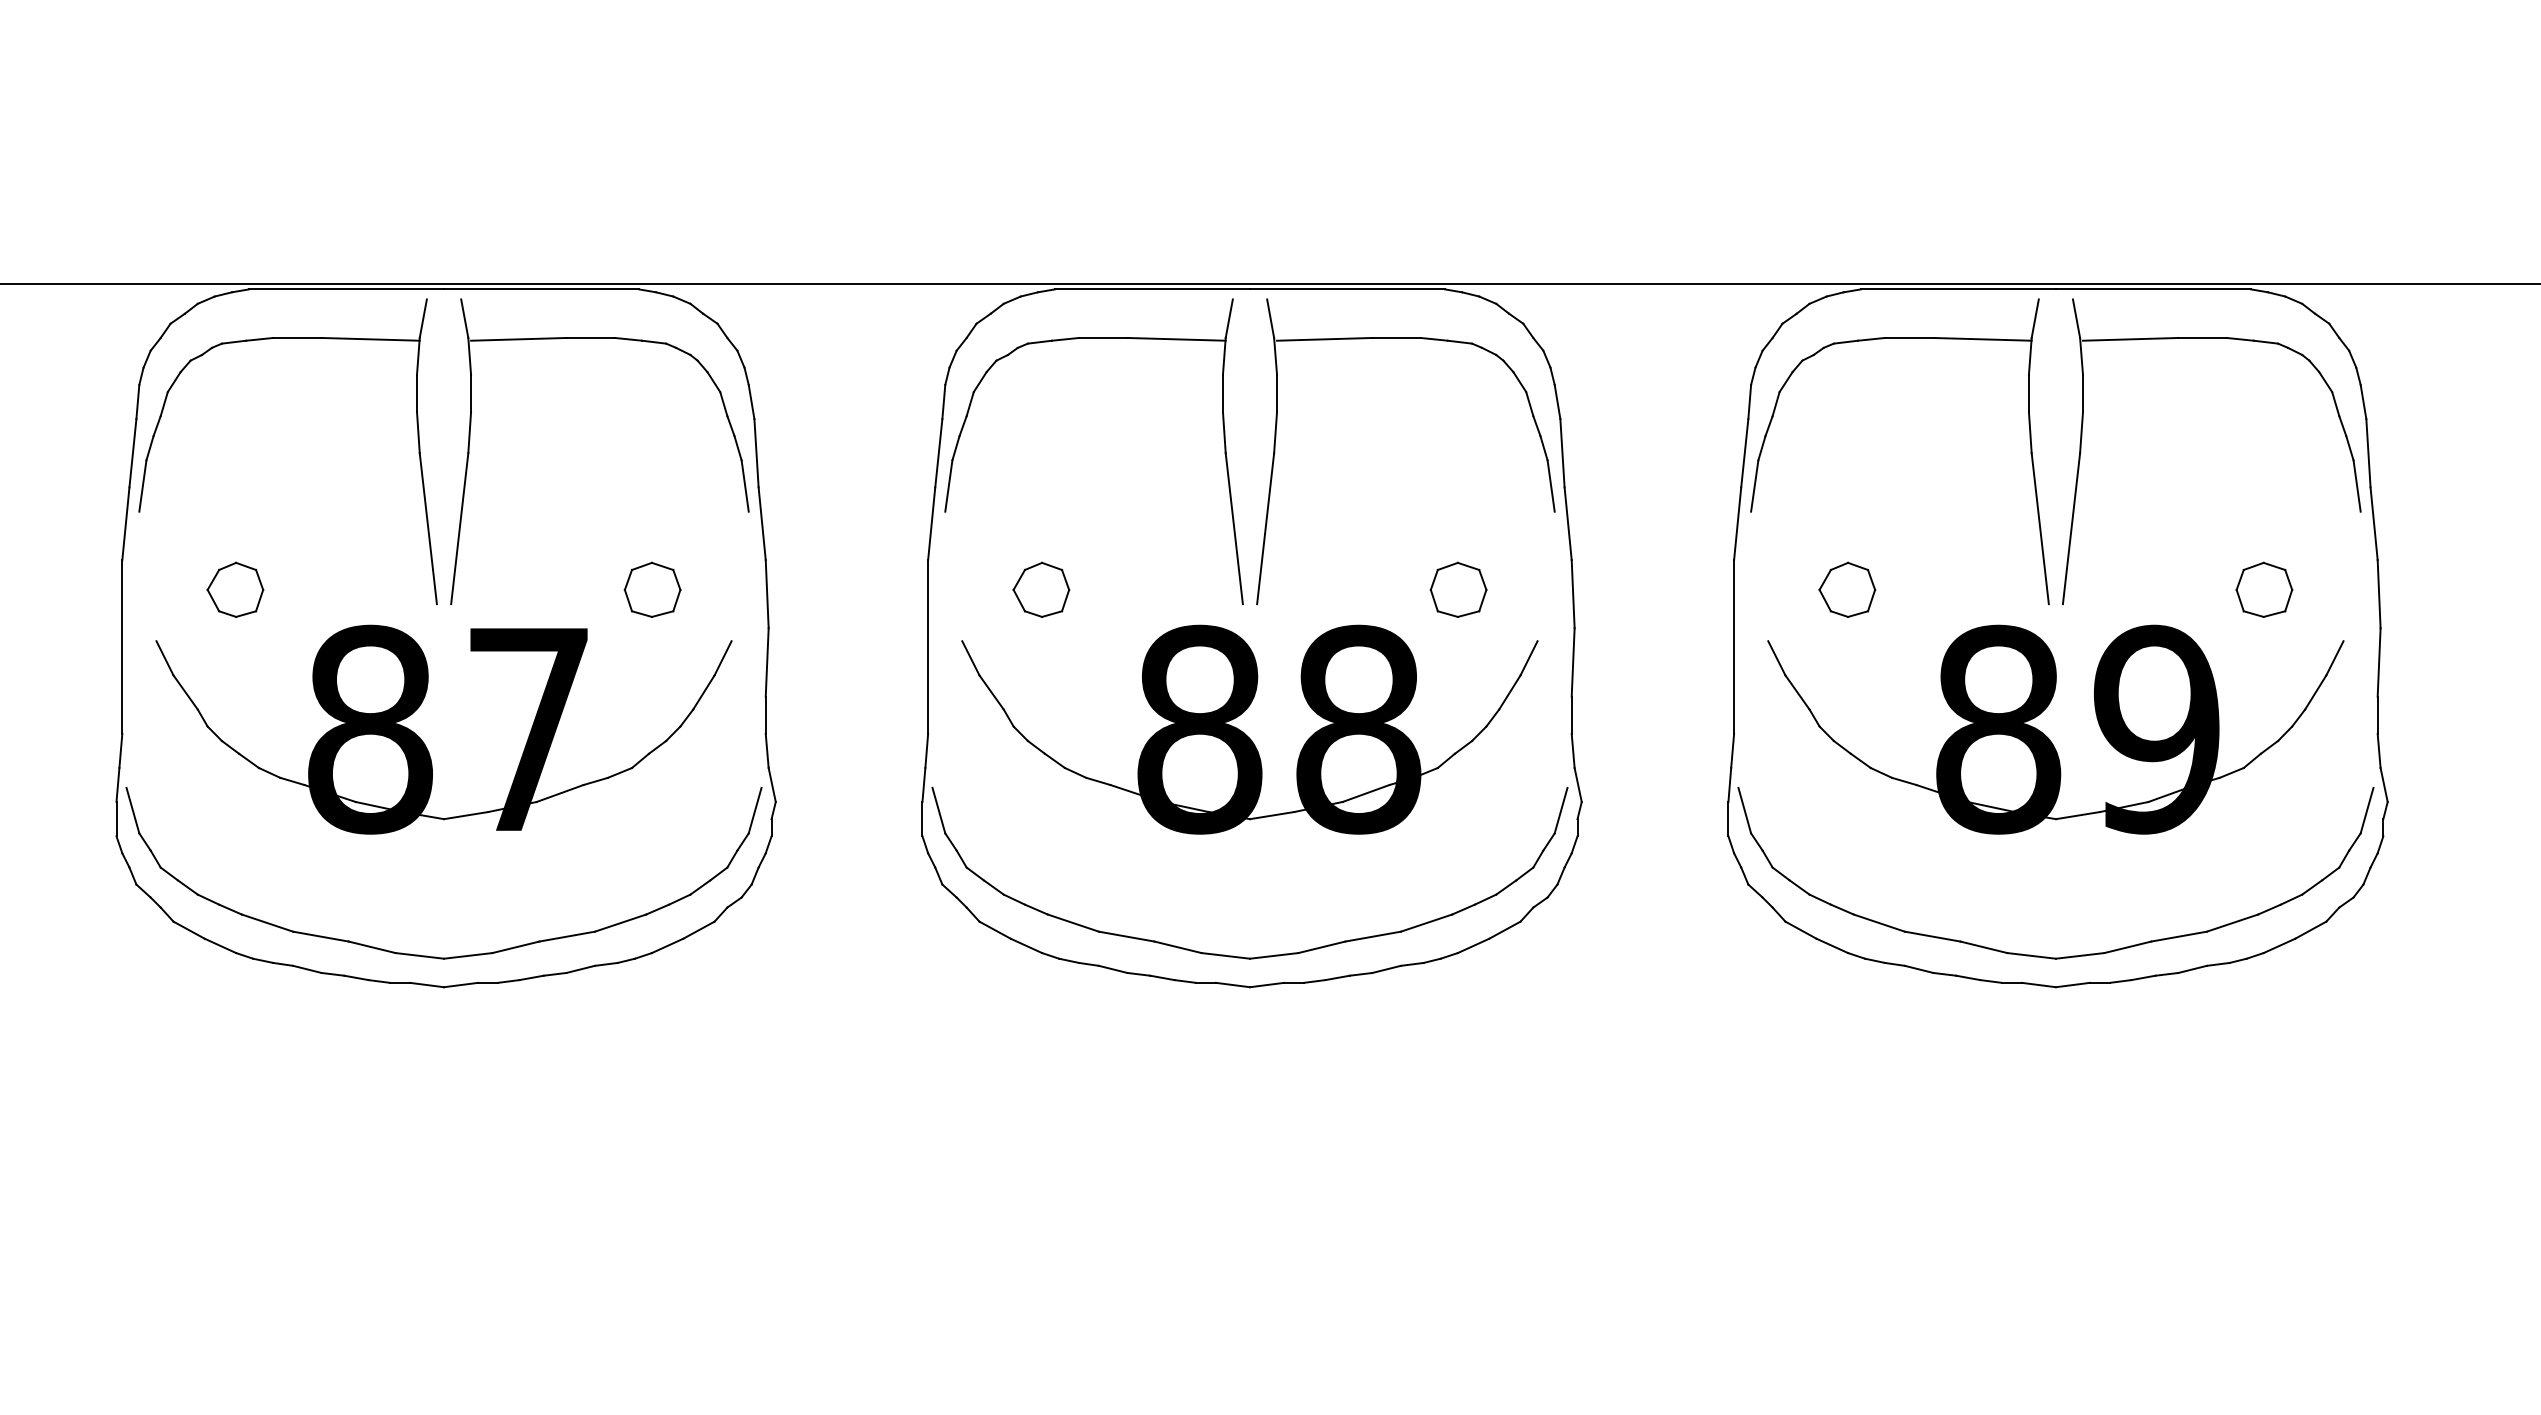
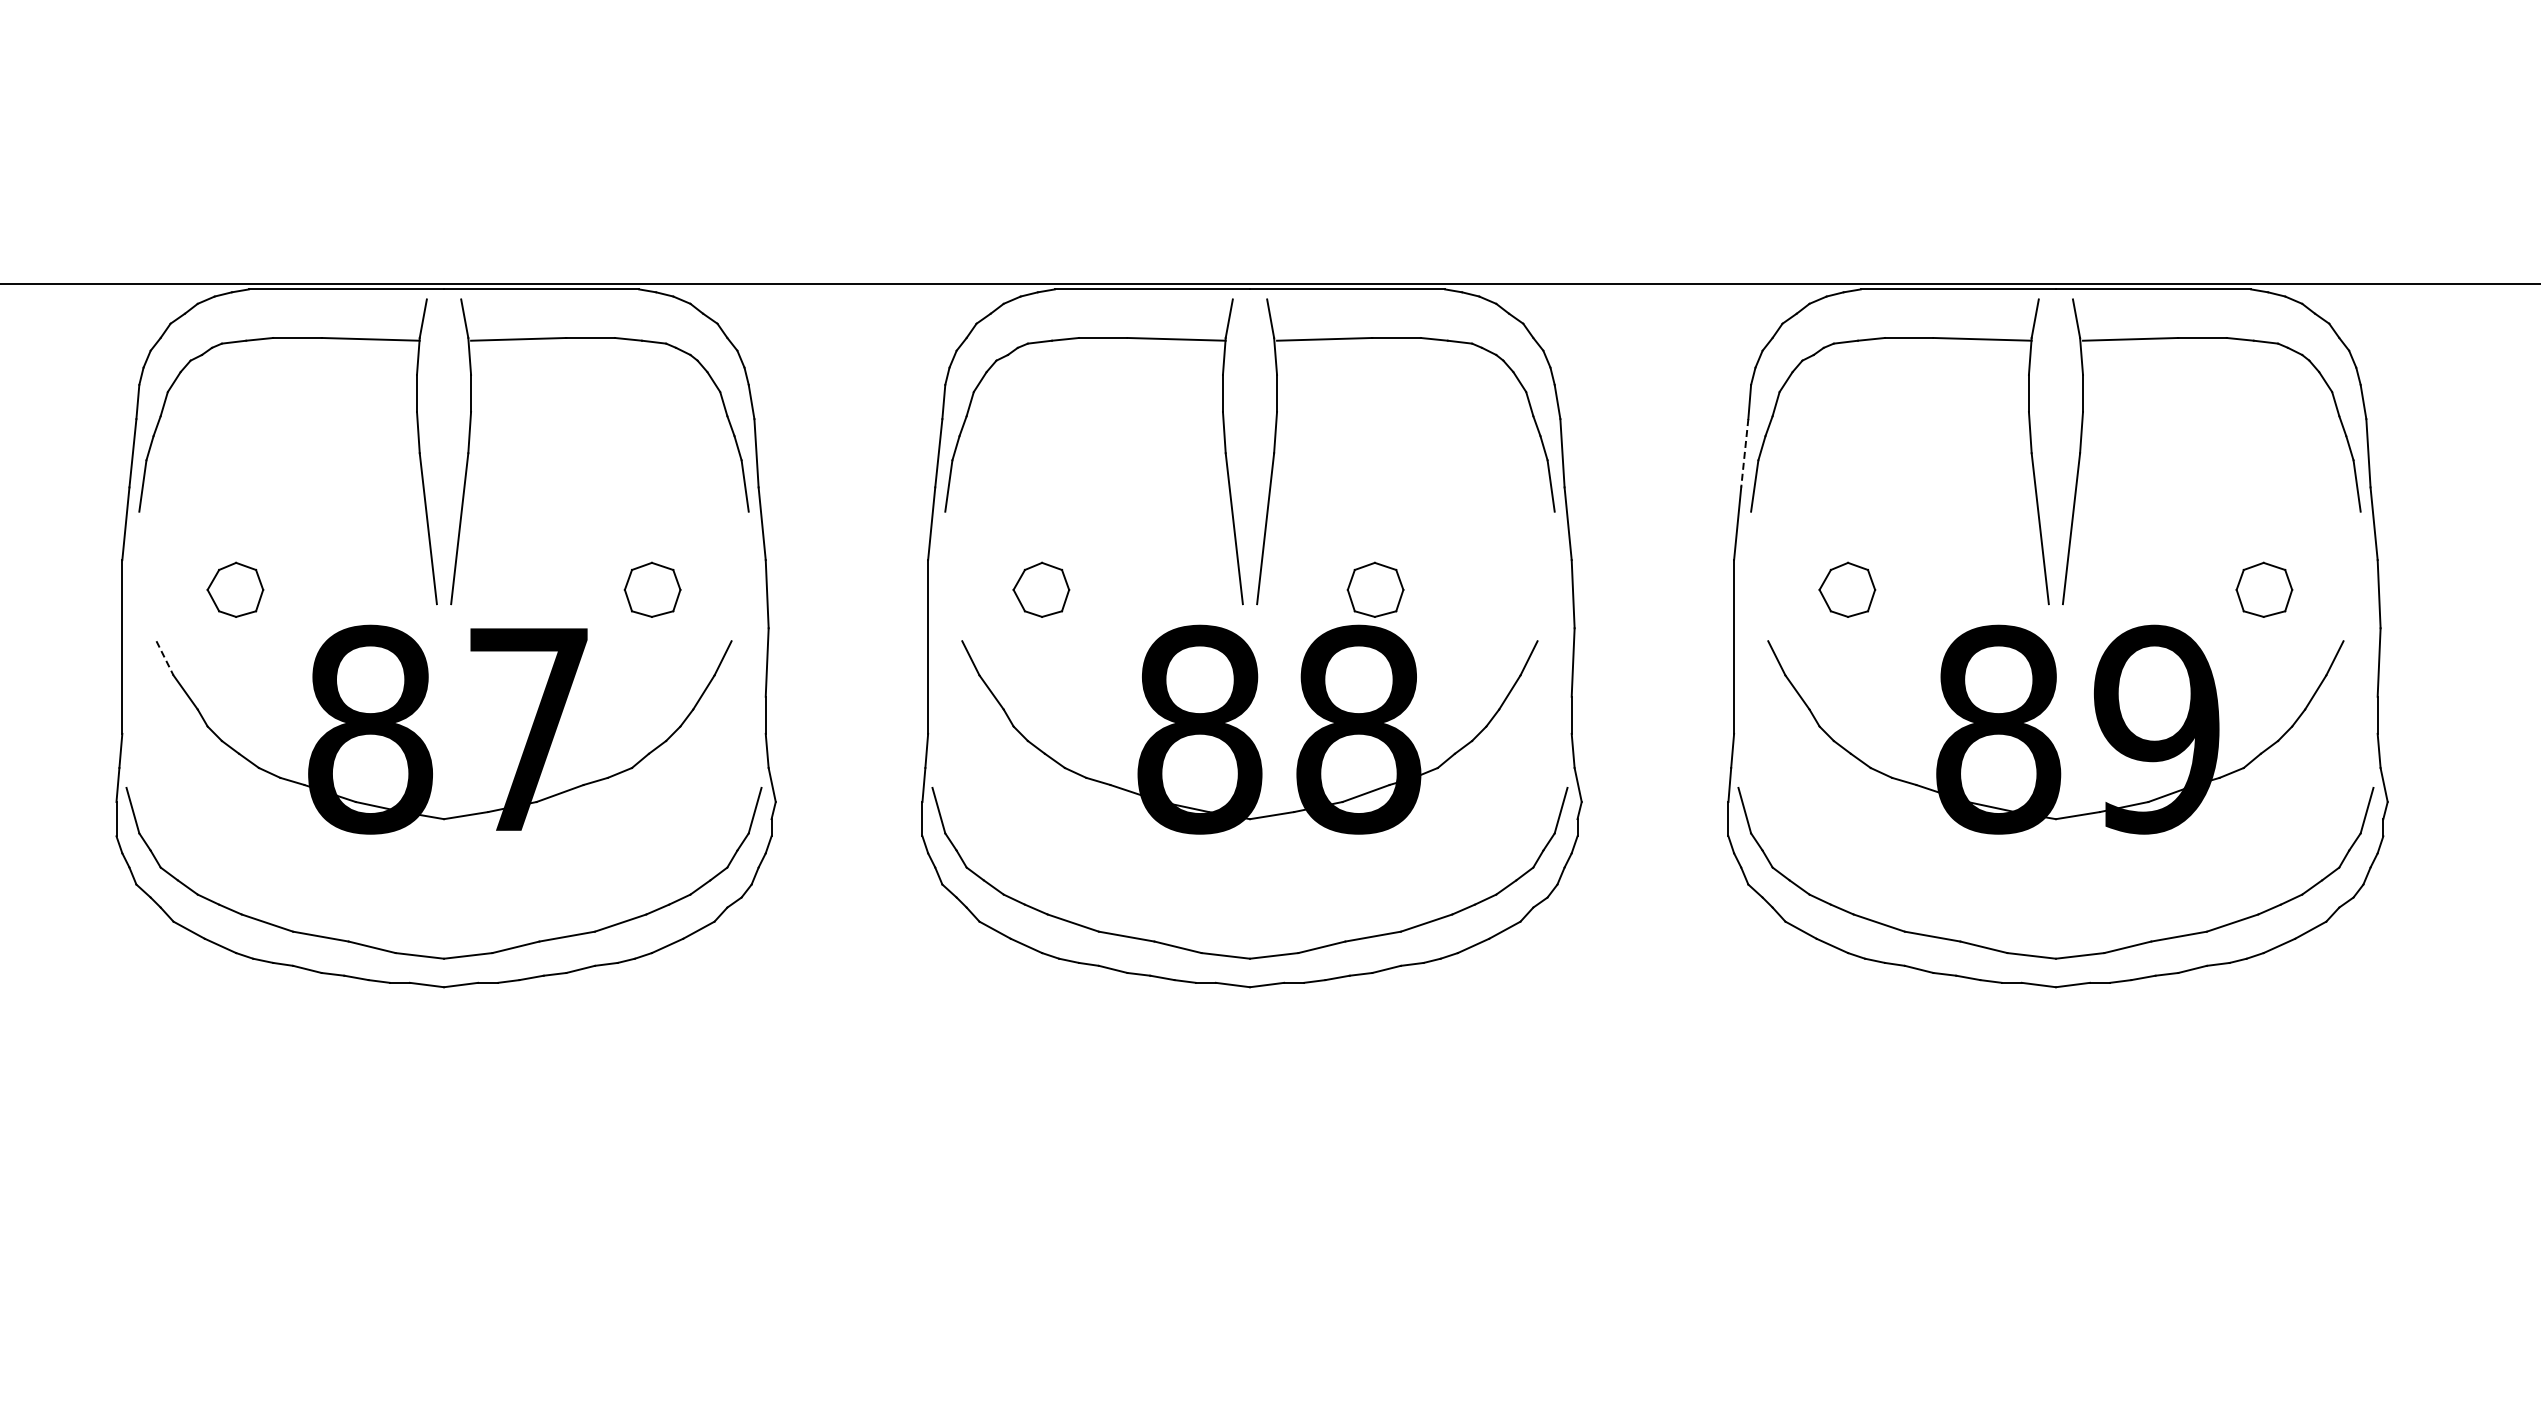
line at (1744, 453): solid -> dashed
part at (1458, 589) position: (1458, 589) -> (1375, 589)
line at (165, 658): solid -> dashed
